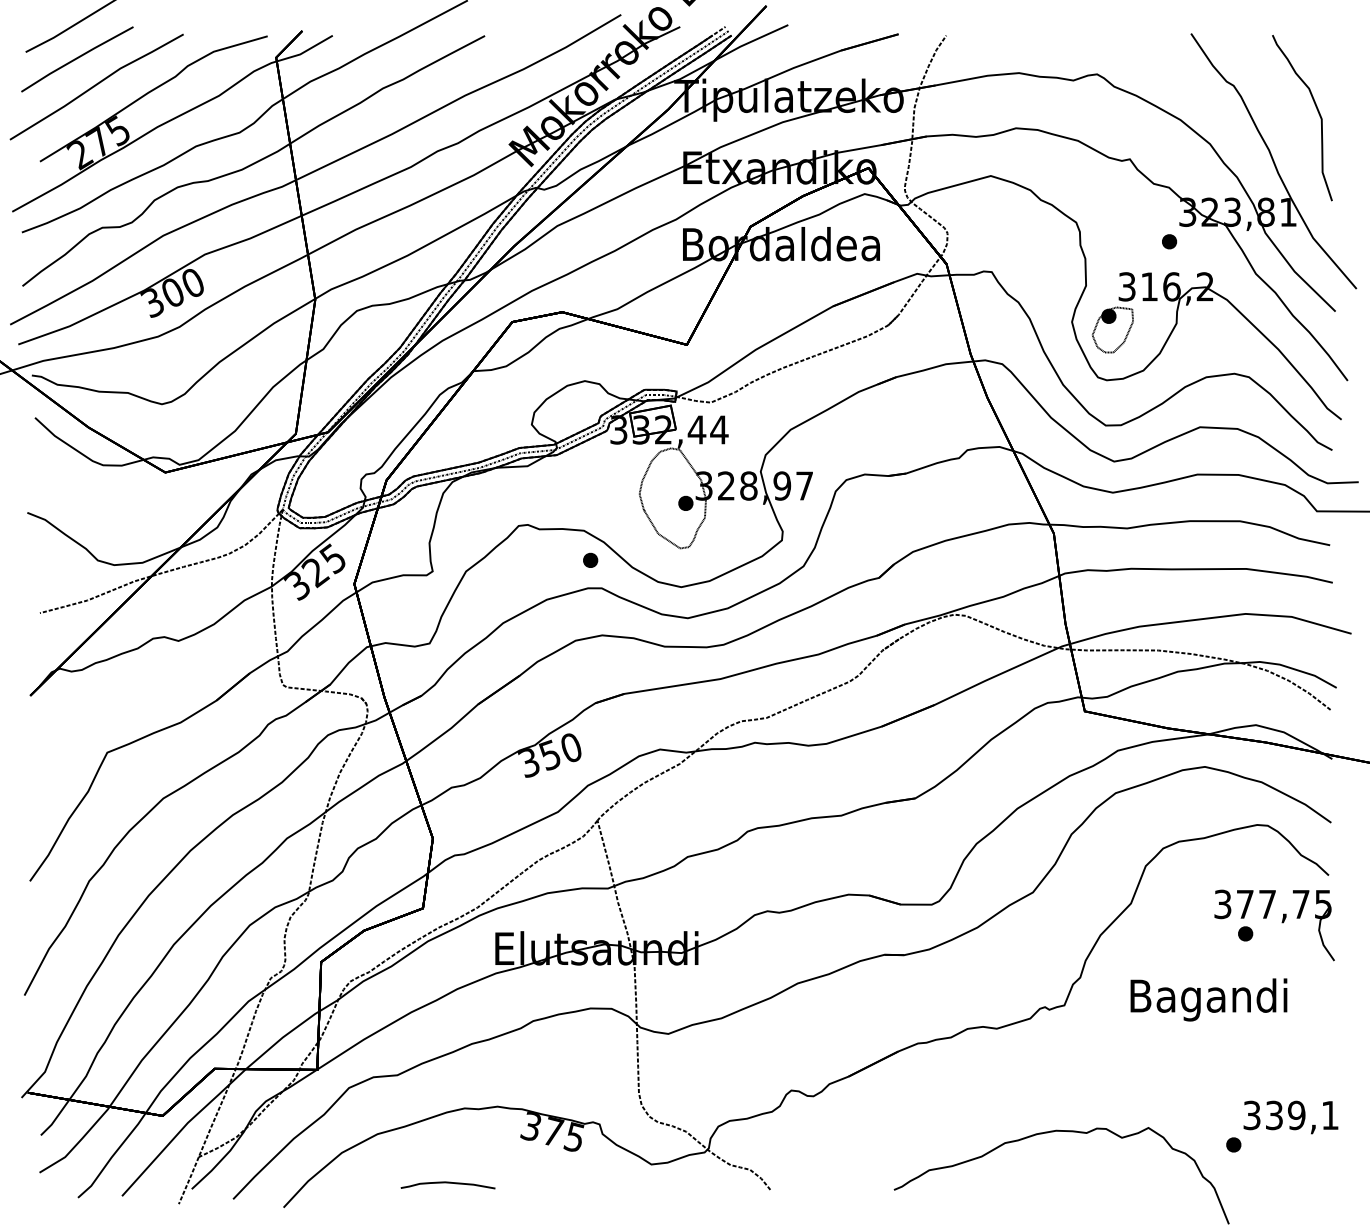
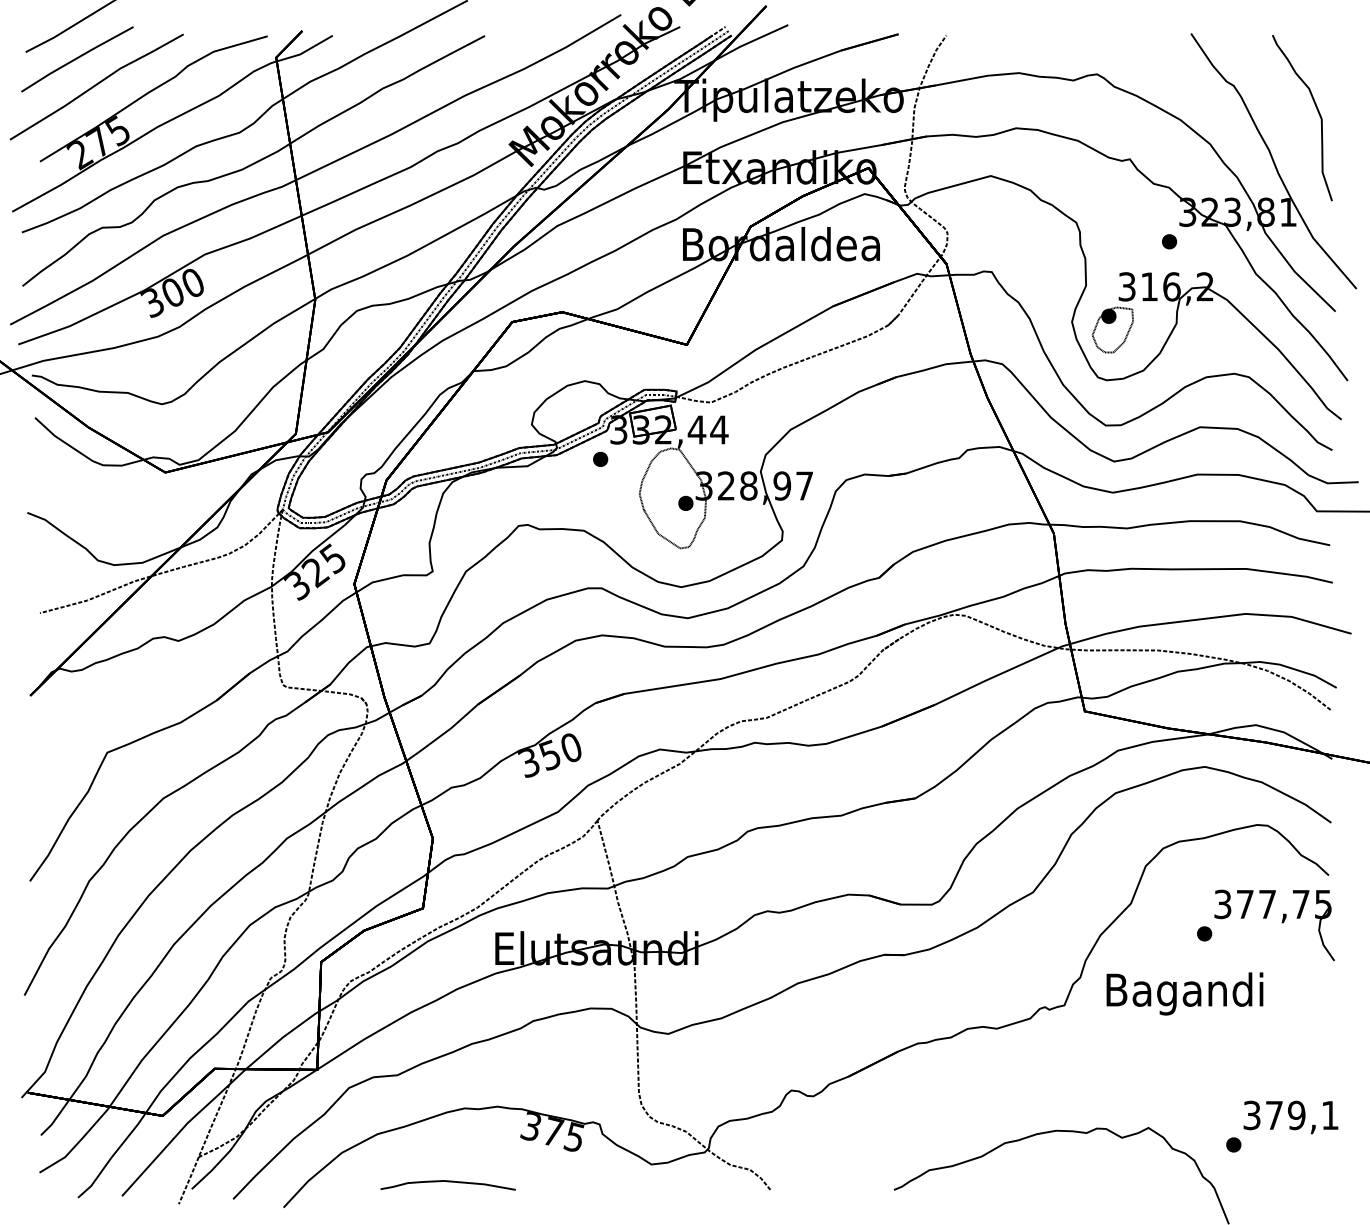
part at (590, 559) position: (590, 559) -> (600, 458)
part at (1245, 933) position: (1245, 933) -> (1204, 933)
text at (1208, 999) position: (1208, 999) -> (1184, 993)
text at (1274, 1115): 339,1 -> 379,1
part at (447, 1185) size: 96x9 px -> 136x11 px
